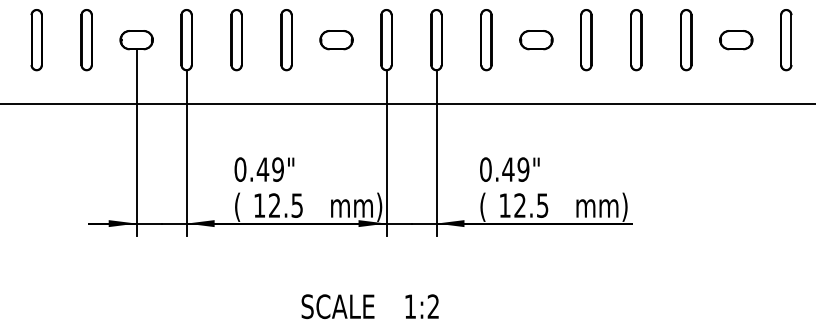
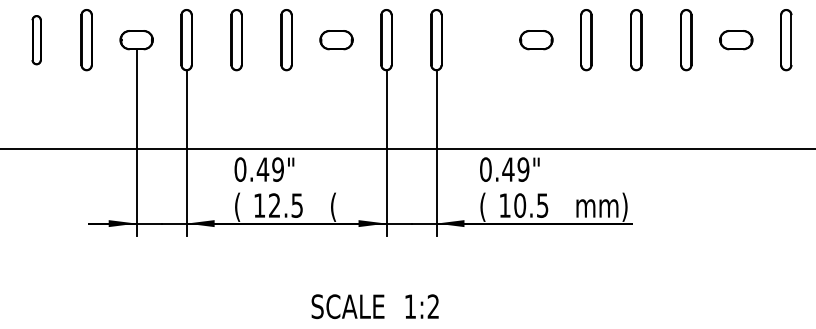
part at (36, 40) size: 13x63 px -> 11x51 px
part at (486, 40): present -> none
line at (407, 103) position: (407, 103) -> (407, 148)
text at (520, 205): 12.5 -> 10.5
text at (356, 206): mm) -> (
text at (337, 306) position: (337, 306) -> (347, 306)
